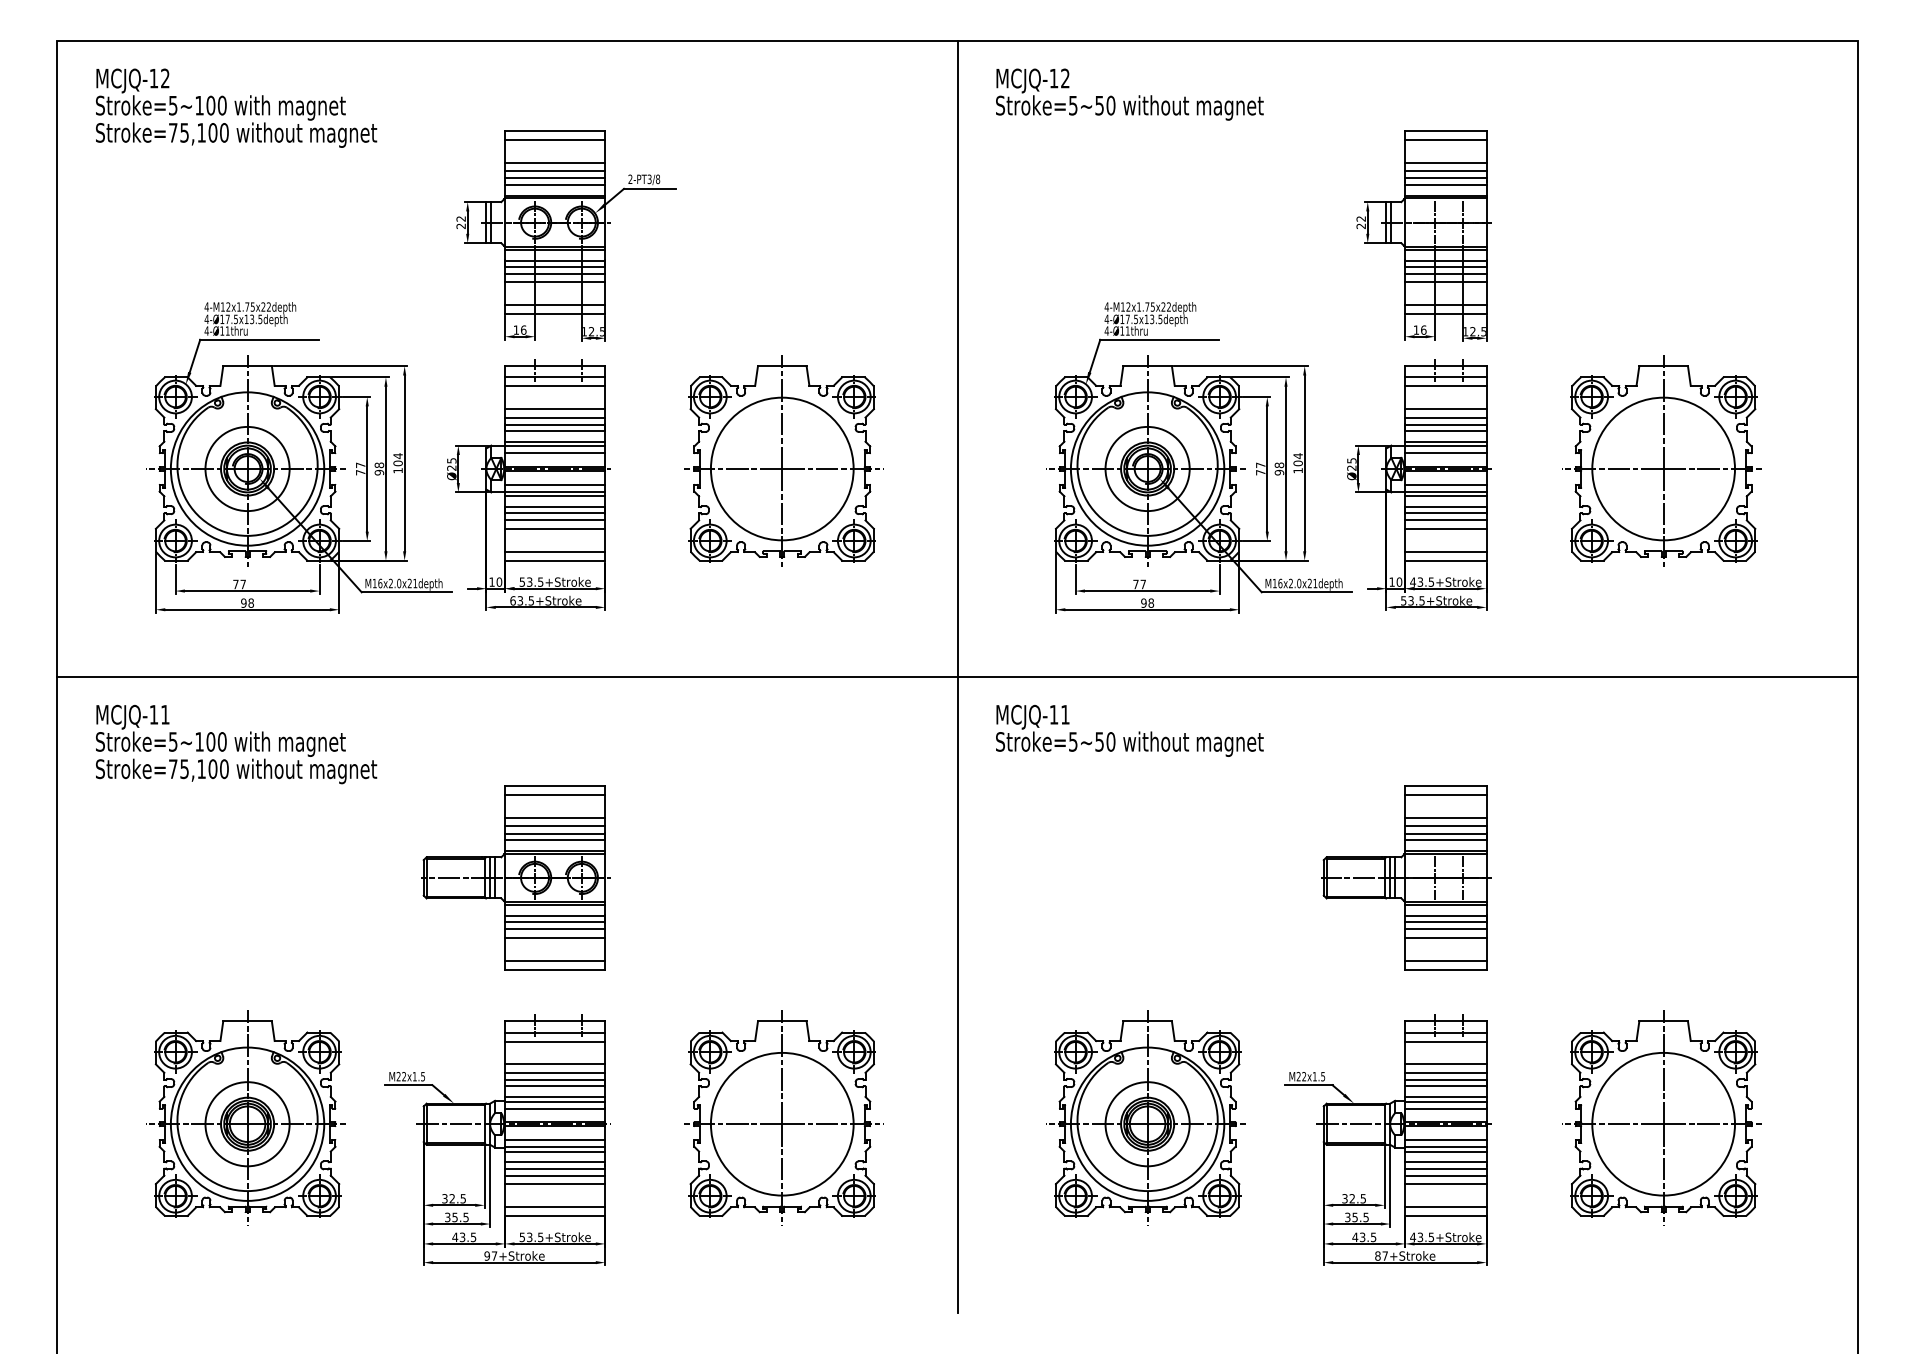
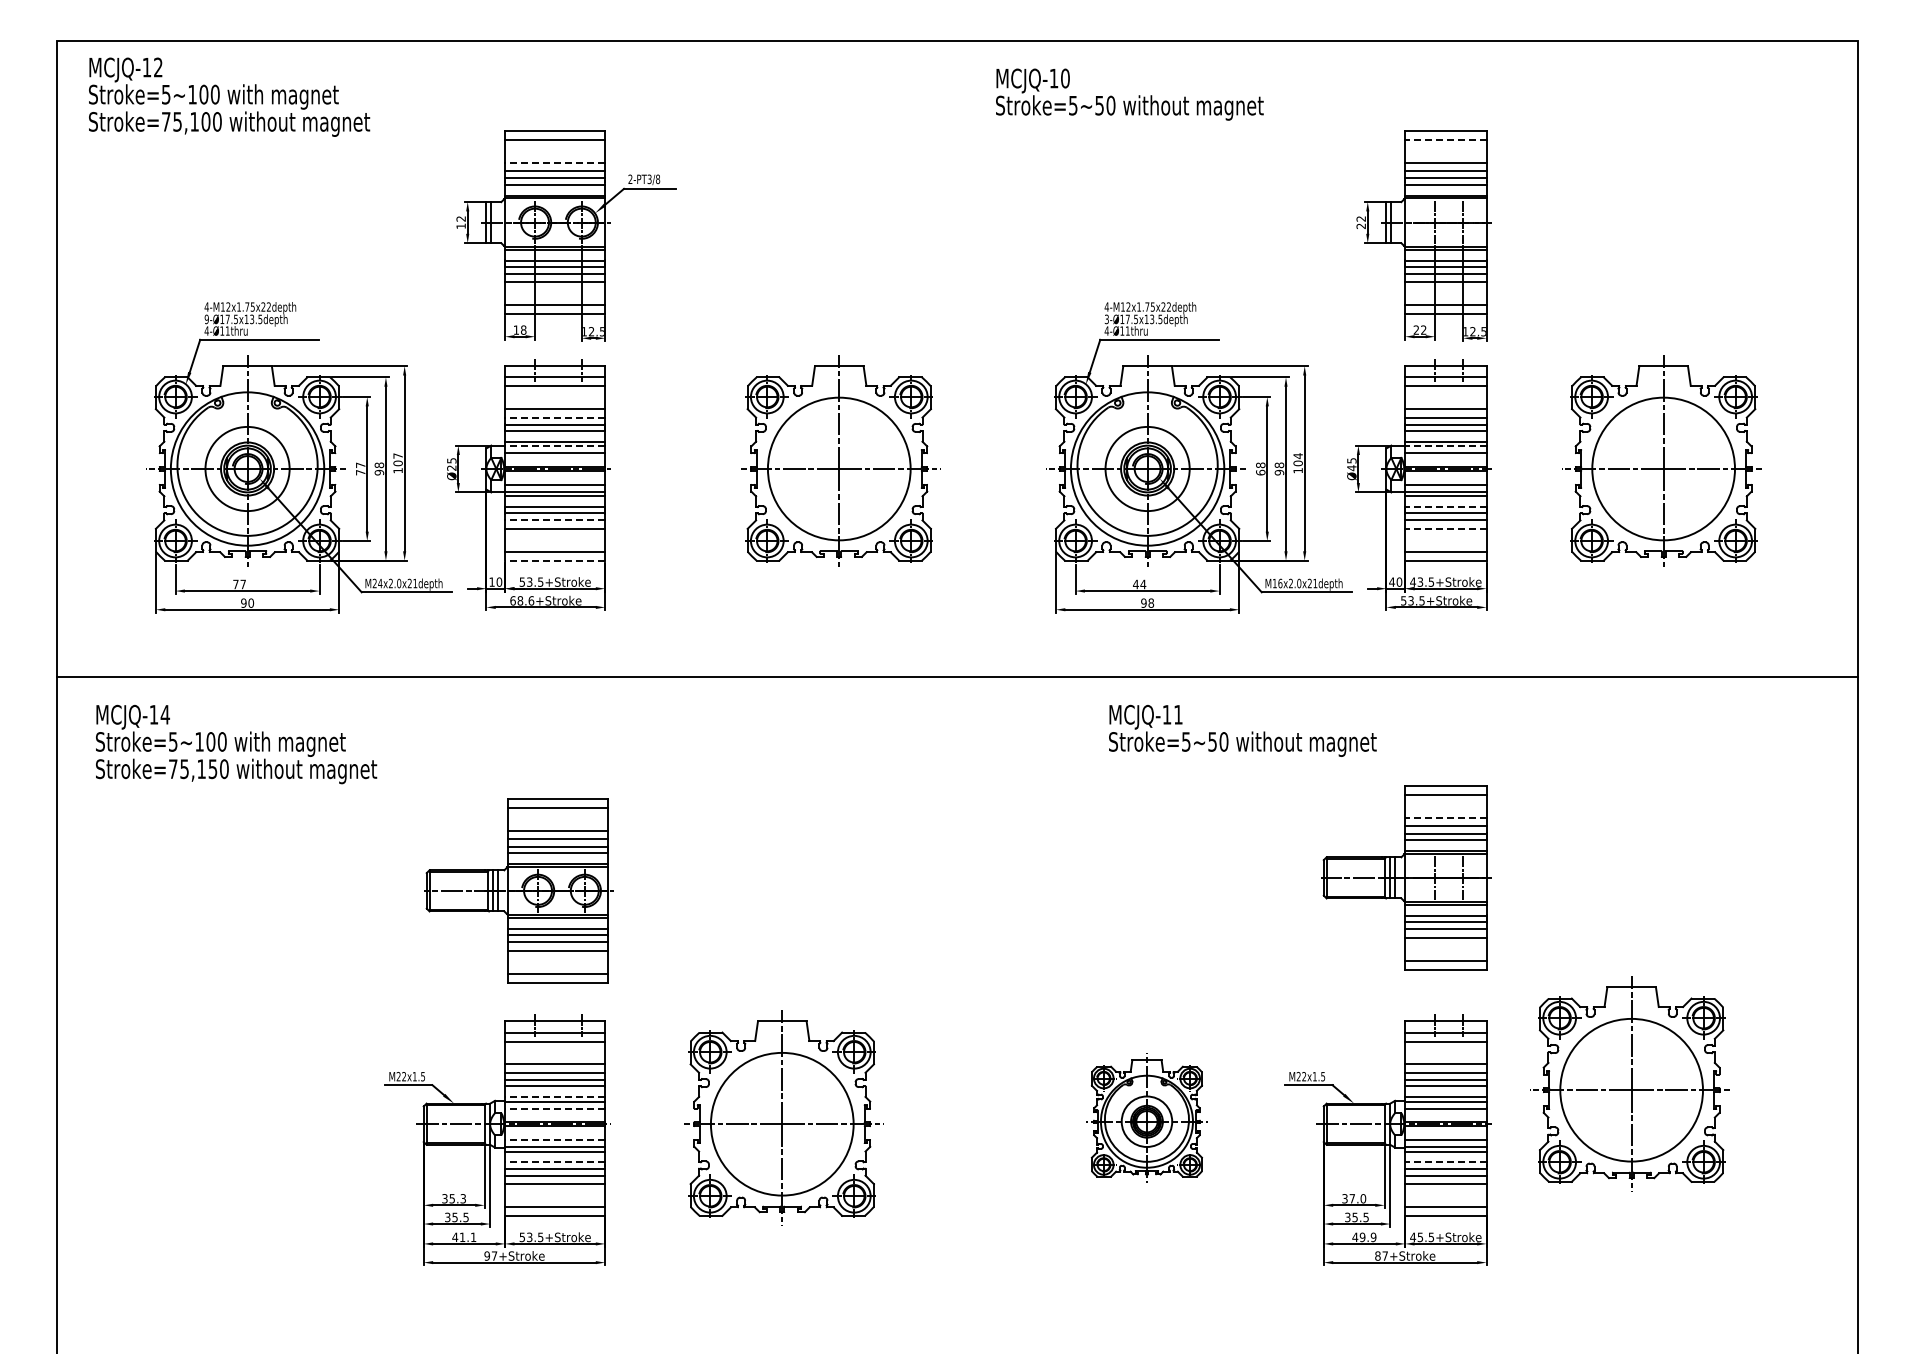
text at (1065, 78): MCJQ-12 -> MCJQ-10
text at (236, 107) position: (236, 107) -> (229, 96)
line at (1445, 139): solid -> dashed
line at (554, 162): solid -> dashed
text at (460, 226): 22 -> 12
text at (206, 319): 4-Ø17.5x13.5depth -> 9-Ø17.5x13.5depth
text at (1106, 319): 4-Ø17.5x13.5depth -> 3-Ø17.5x13.5depth
text at (523, 329): 16 -> 18
text at (1419, 329): 16 -> 22
line at (554, 417): solid -> dashed
line at (554, 446): solid -> dashed
line at (1445, 446): solid -> dashed
text at (397, 456): 104 -> 107
part at (783, 460) position: (783, 460) -> (840, 460)
text at (1260, 468): 77 -> 68
text at (1351, 468): Ø25 -> Ø45
line at (1445, 506): solid -> dashed
line at (554, 520): solid -> dashed
line at (1445, 528): solid -> dashed
line at (554, 560): solid -> dashed
text at (1392, 581): 10 -> 40
text at (377, 583): M16x2.0x21depth -> M24x2.0x21depth
text at (1139, 584): 77 -> 44
text at (525, 600): 63.5+Stroke -> 68.6+Stroke
text at (251, 602): 98 -> 90
line at (957, 676): present -> none
text at (165, 714): MCJQ-11 -> MCJQ-14
text at (1129, 730) position: (1129, 730) -> (1242, 730)
text at (212, 769): Stroke=75,100 -> Stroke=75,150
line at (1445, 818): solid -> dashed
part at (515, 877) position: (515, 877) -> (518, 890)
line at (554, 1096): solid -> dashed
line at (554, 1108): solid -> dashed
part at (245, 1117): present -> none
part at (1145, 1117) size: 200x216 px -> 122x130 px
part at (1661, 1117) position: (1661, 1117) -> (1629, 1083)
line at (554, 1139): solid -> dashed
line at (554, 1162): solid -> dashed
line at (1445, 1162): solid -> dashed
text at (457, 1198): 32.5 -> 35.3
text at (1357, 1198): 32.5 -> 37.0
text at (1367, 1236): 43.5 -> 49.9
text at (1420, 1236): 43.5+Stroke -> 45.5+Stroke
text at (467, 1237): 43.5 -> 41.1
